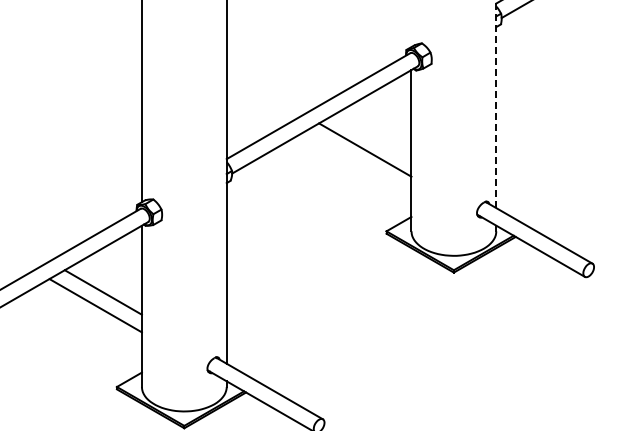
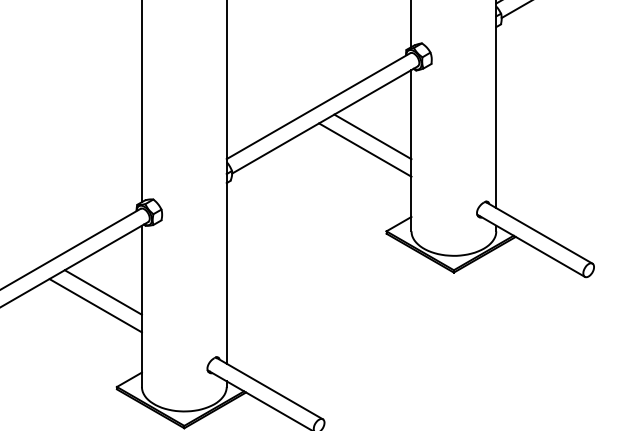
line at (411, 24): none -> present
line at (496, 104): dashed -> solid
line at (372, 136): none -> present
